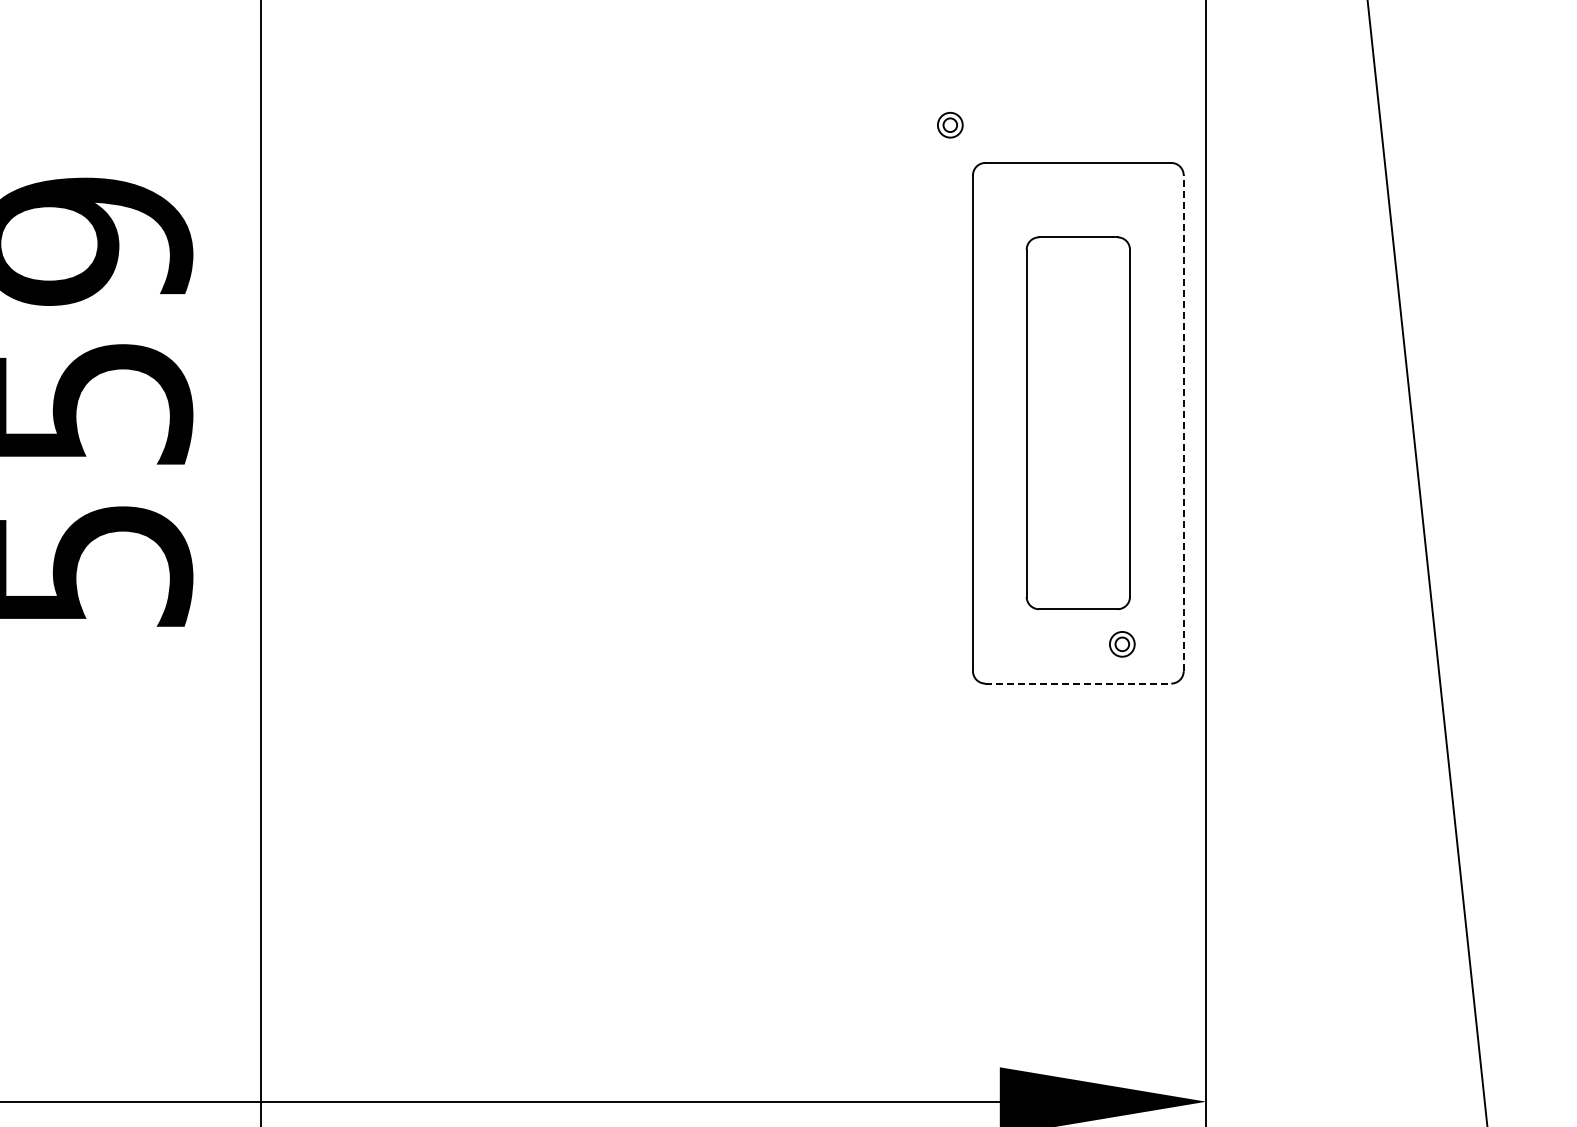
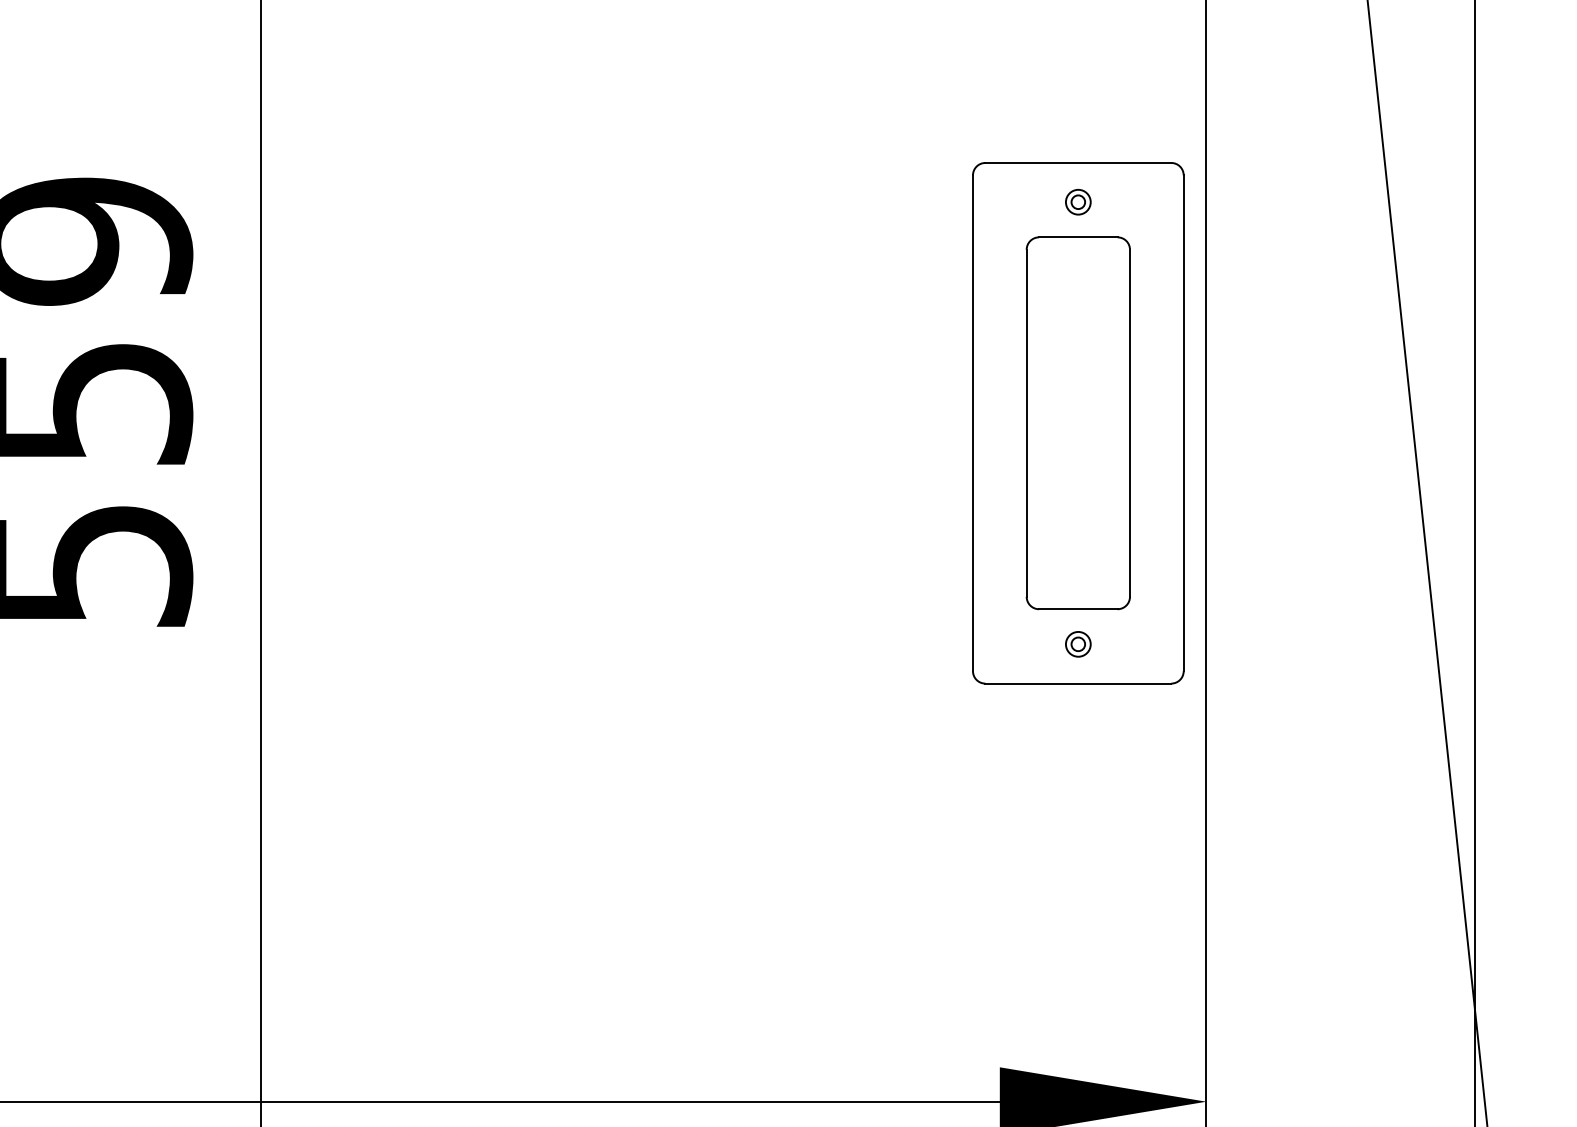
part at (950, 125) position: (950, 125) -> (1078, 202)
line at (1183, 423): dashed -> solid
line at (1475, 562): none -> present
part at (1122, 644) position: (1122, 644) -> (1078, 644)
line at (1078, 683): dashed -> solid
